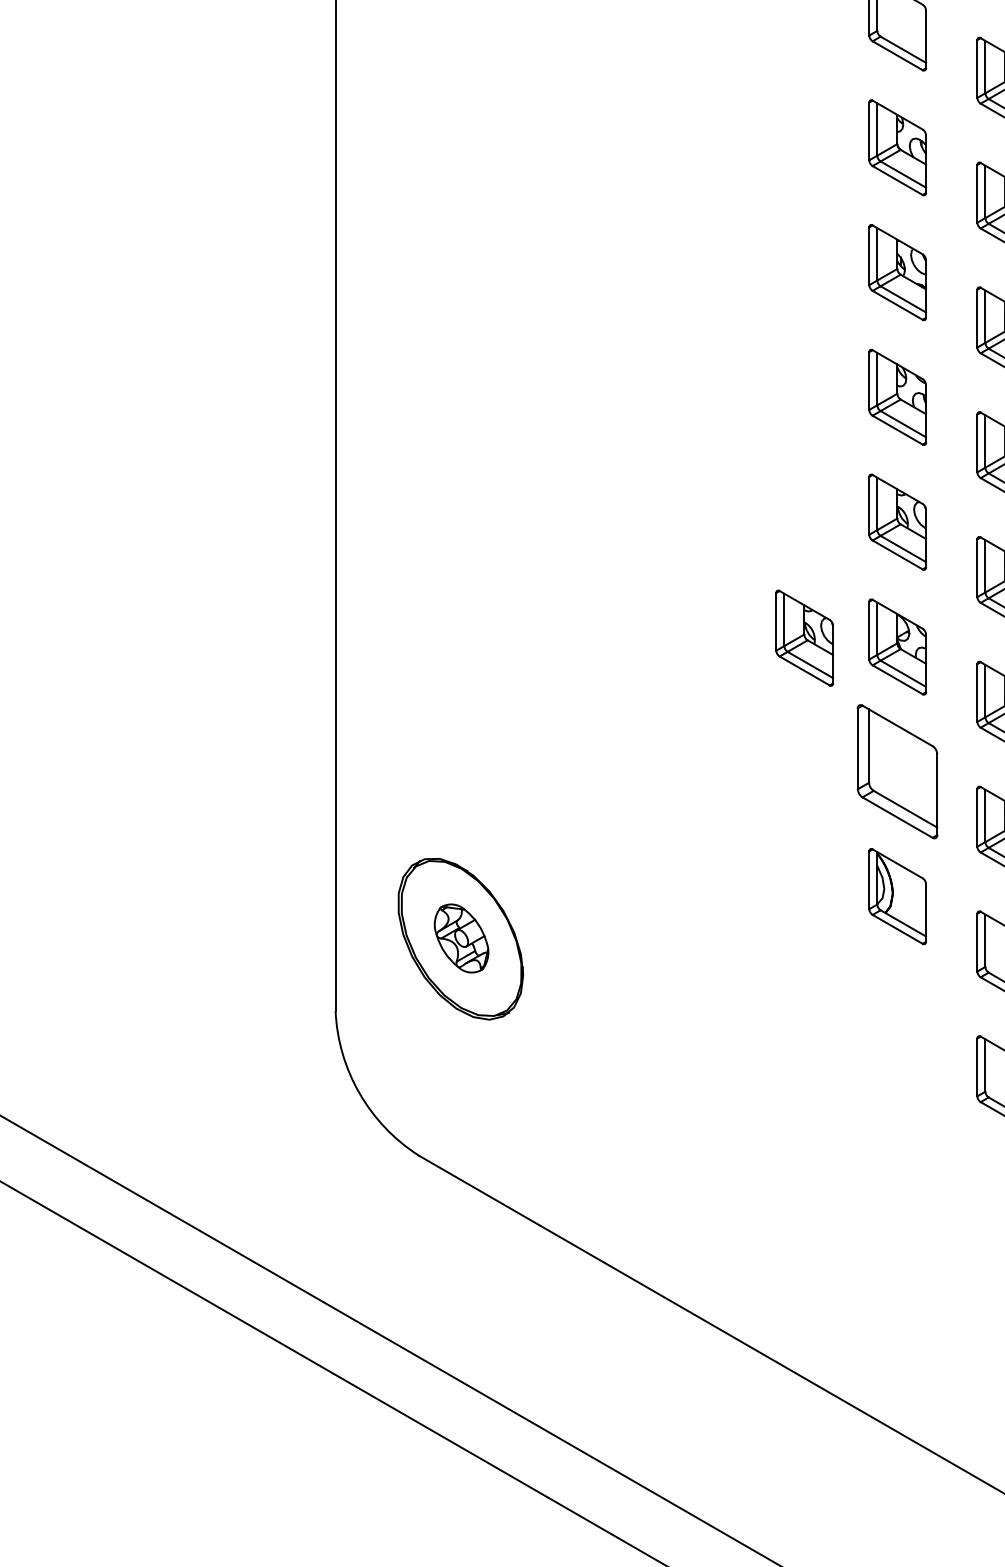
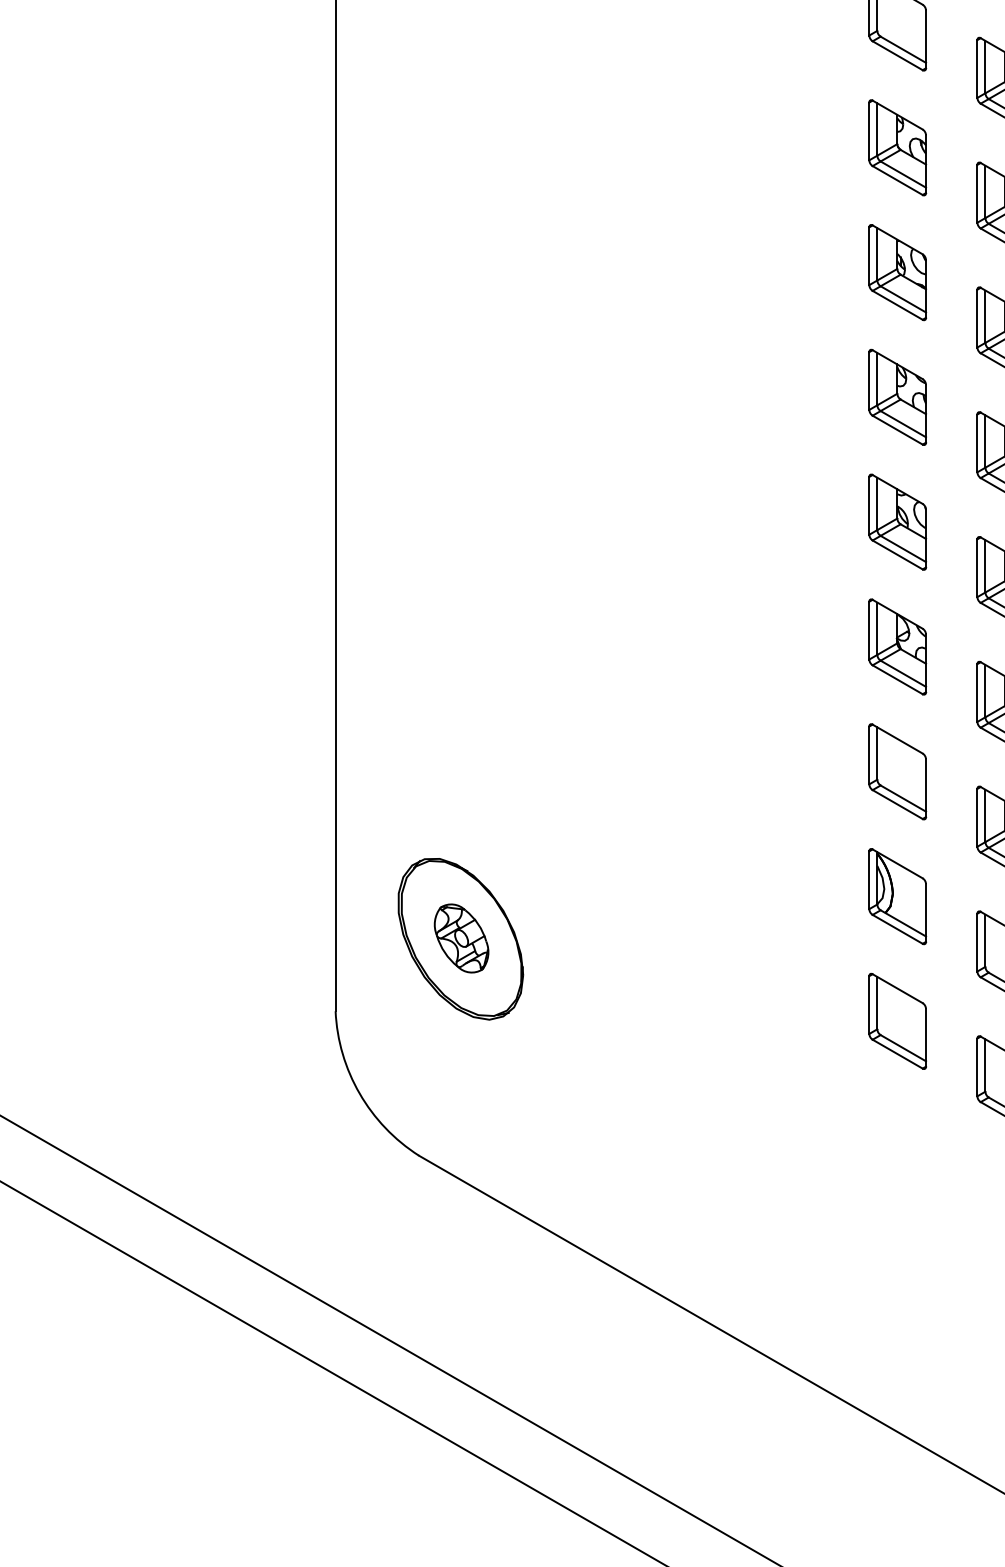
part at (804, 637): present -> none
part at (897, 771) size: 83x136 px -> 60x98 px
part at (897, 1020): none -> present
